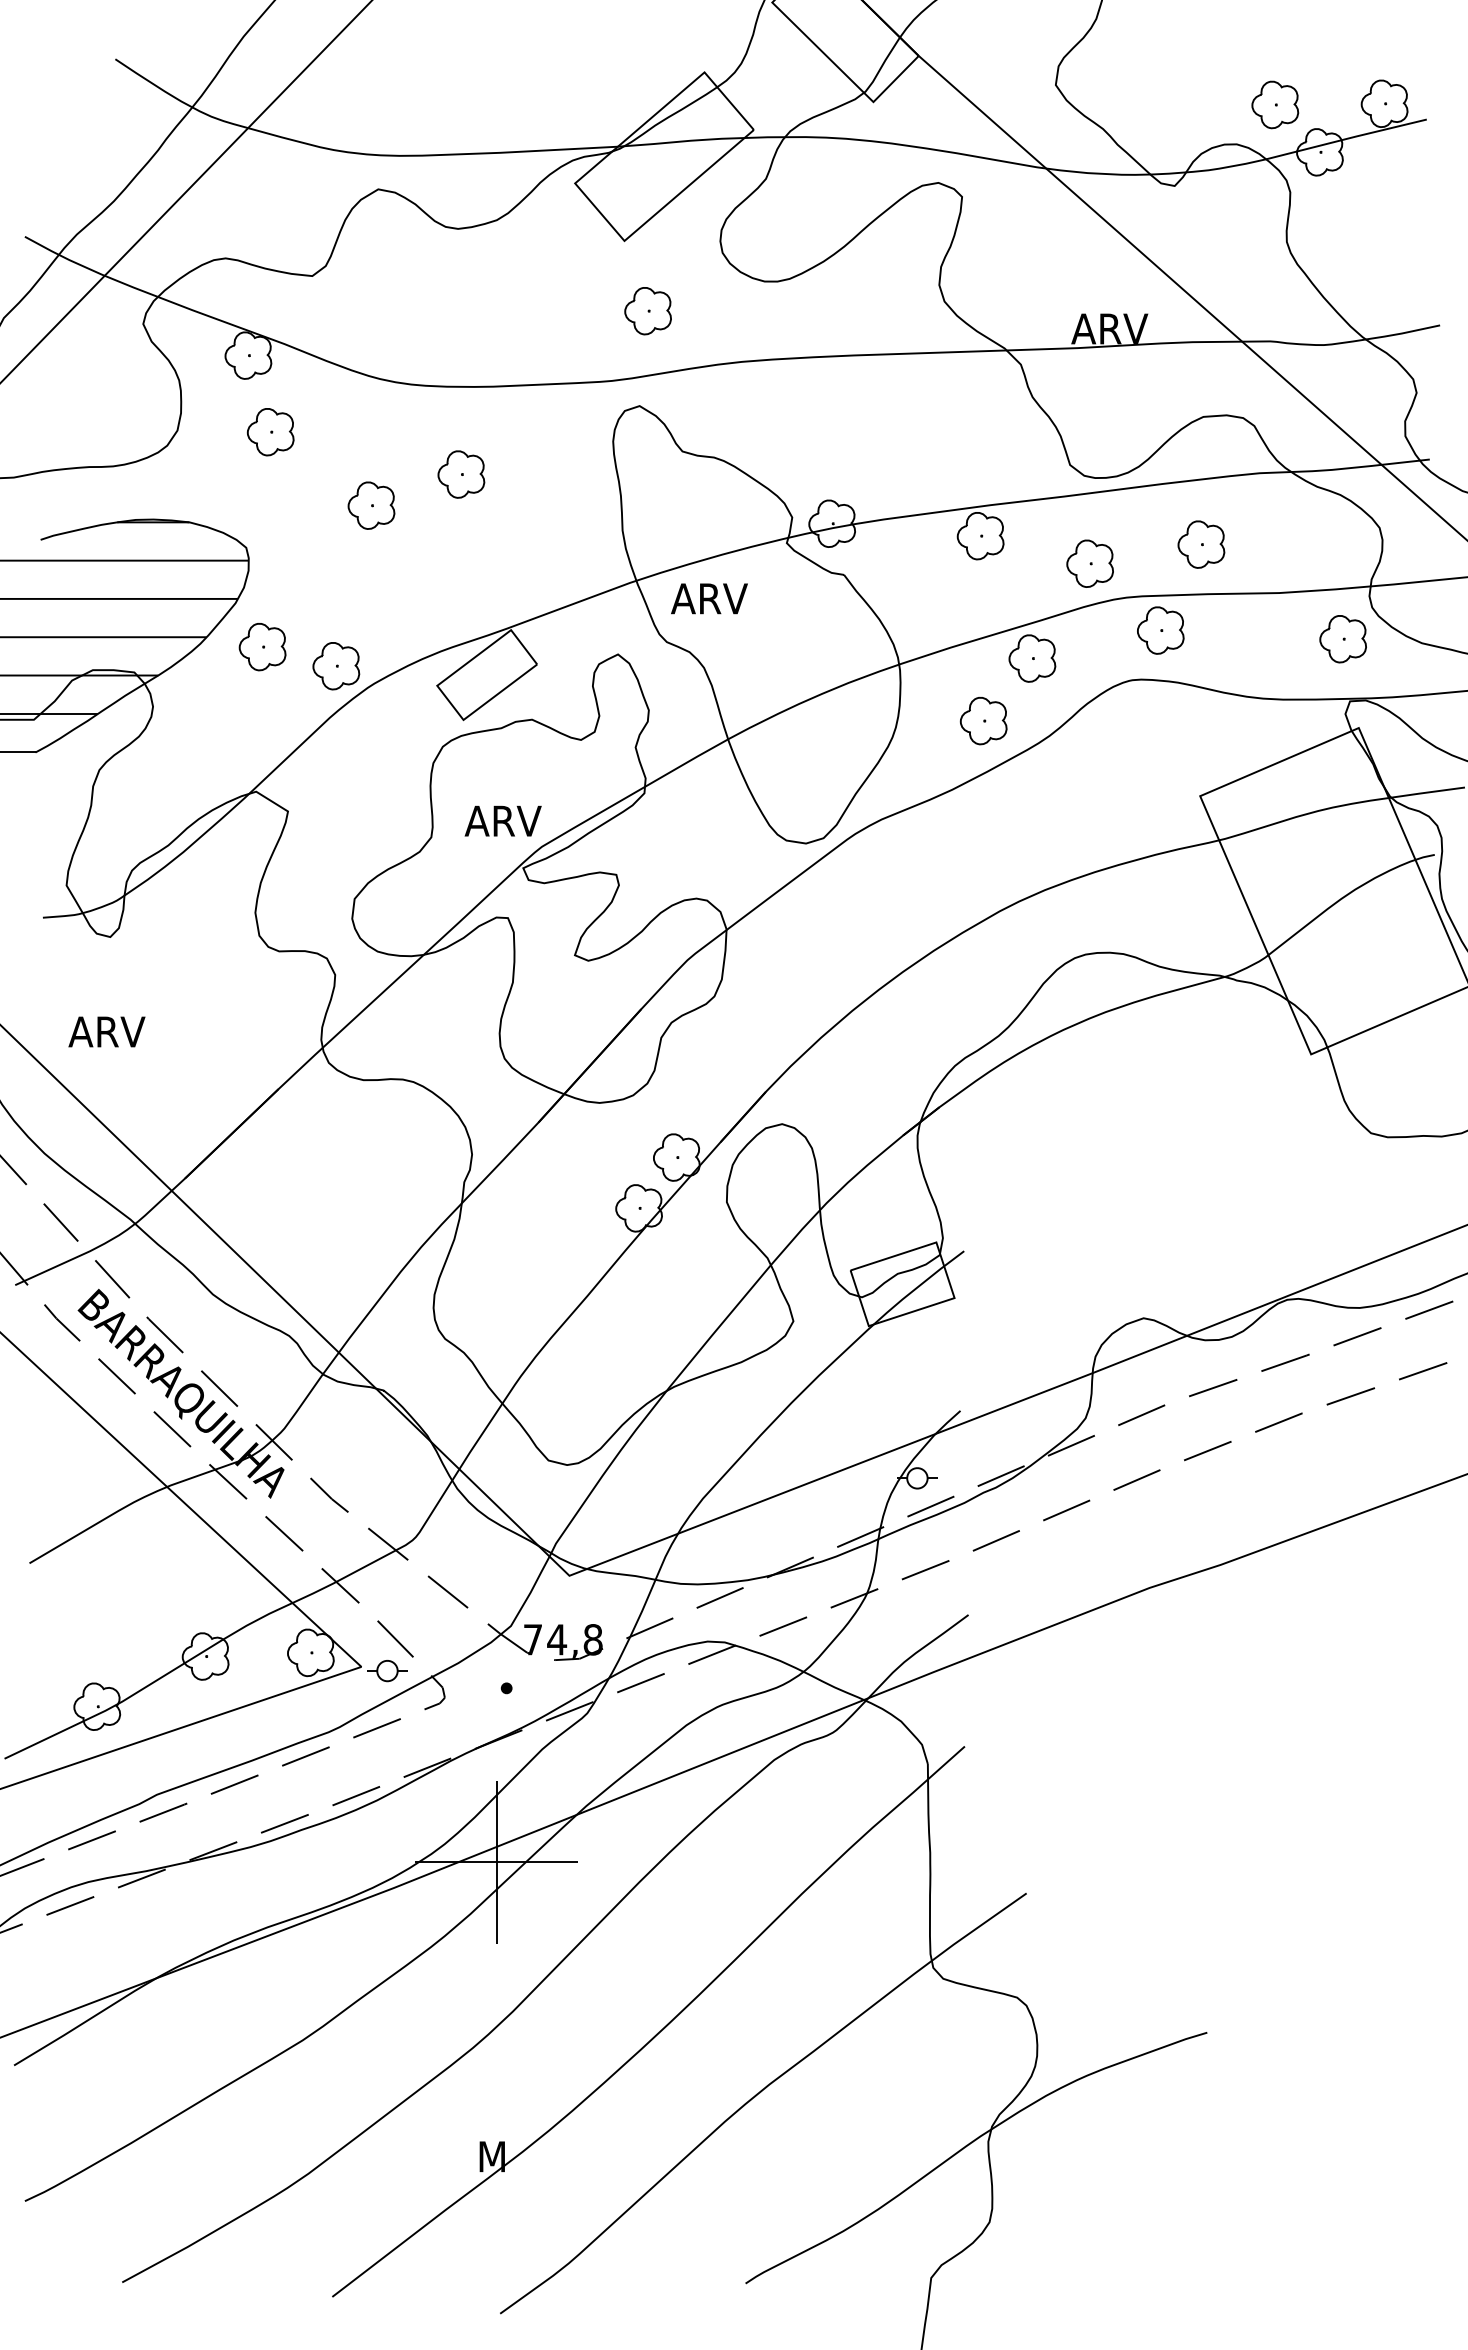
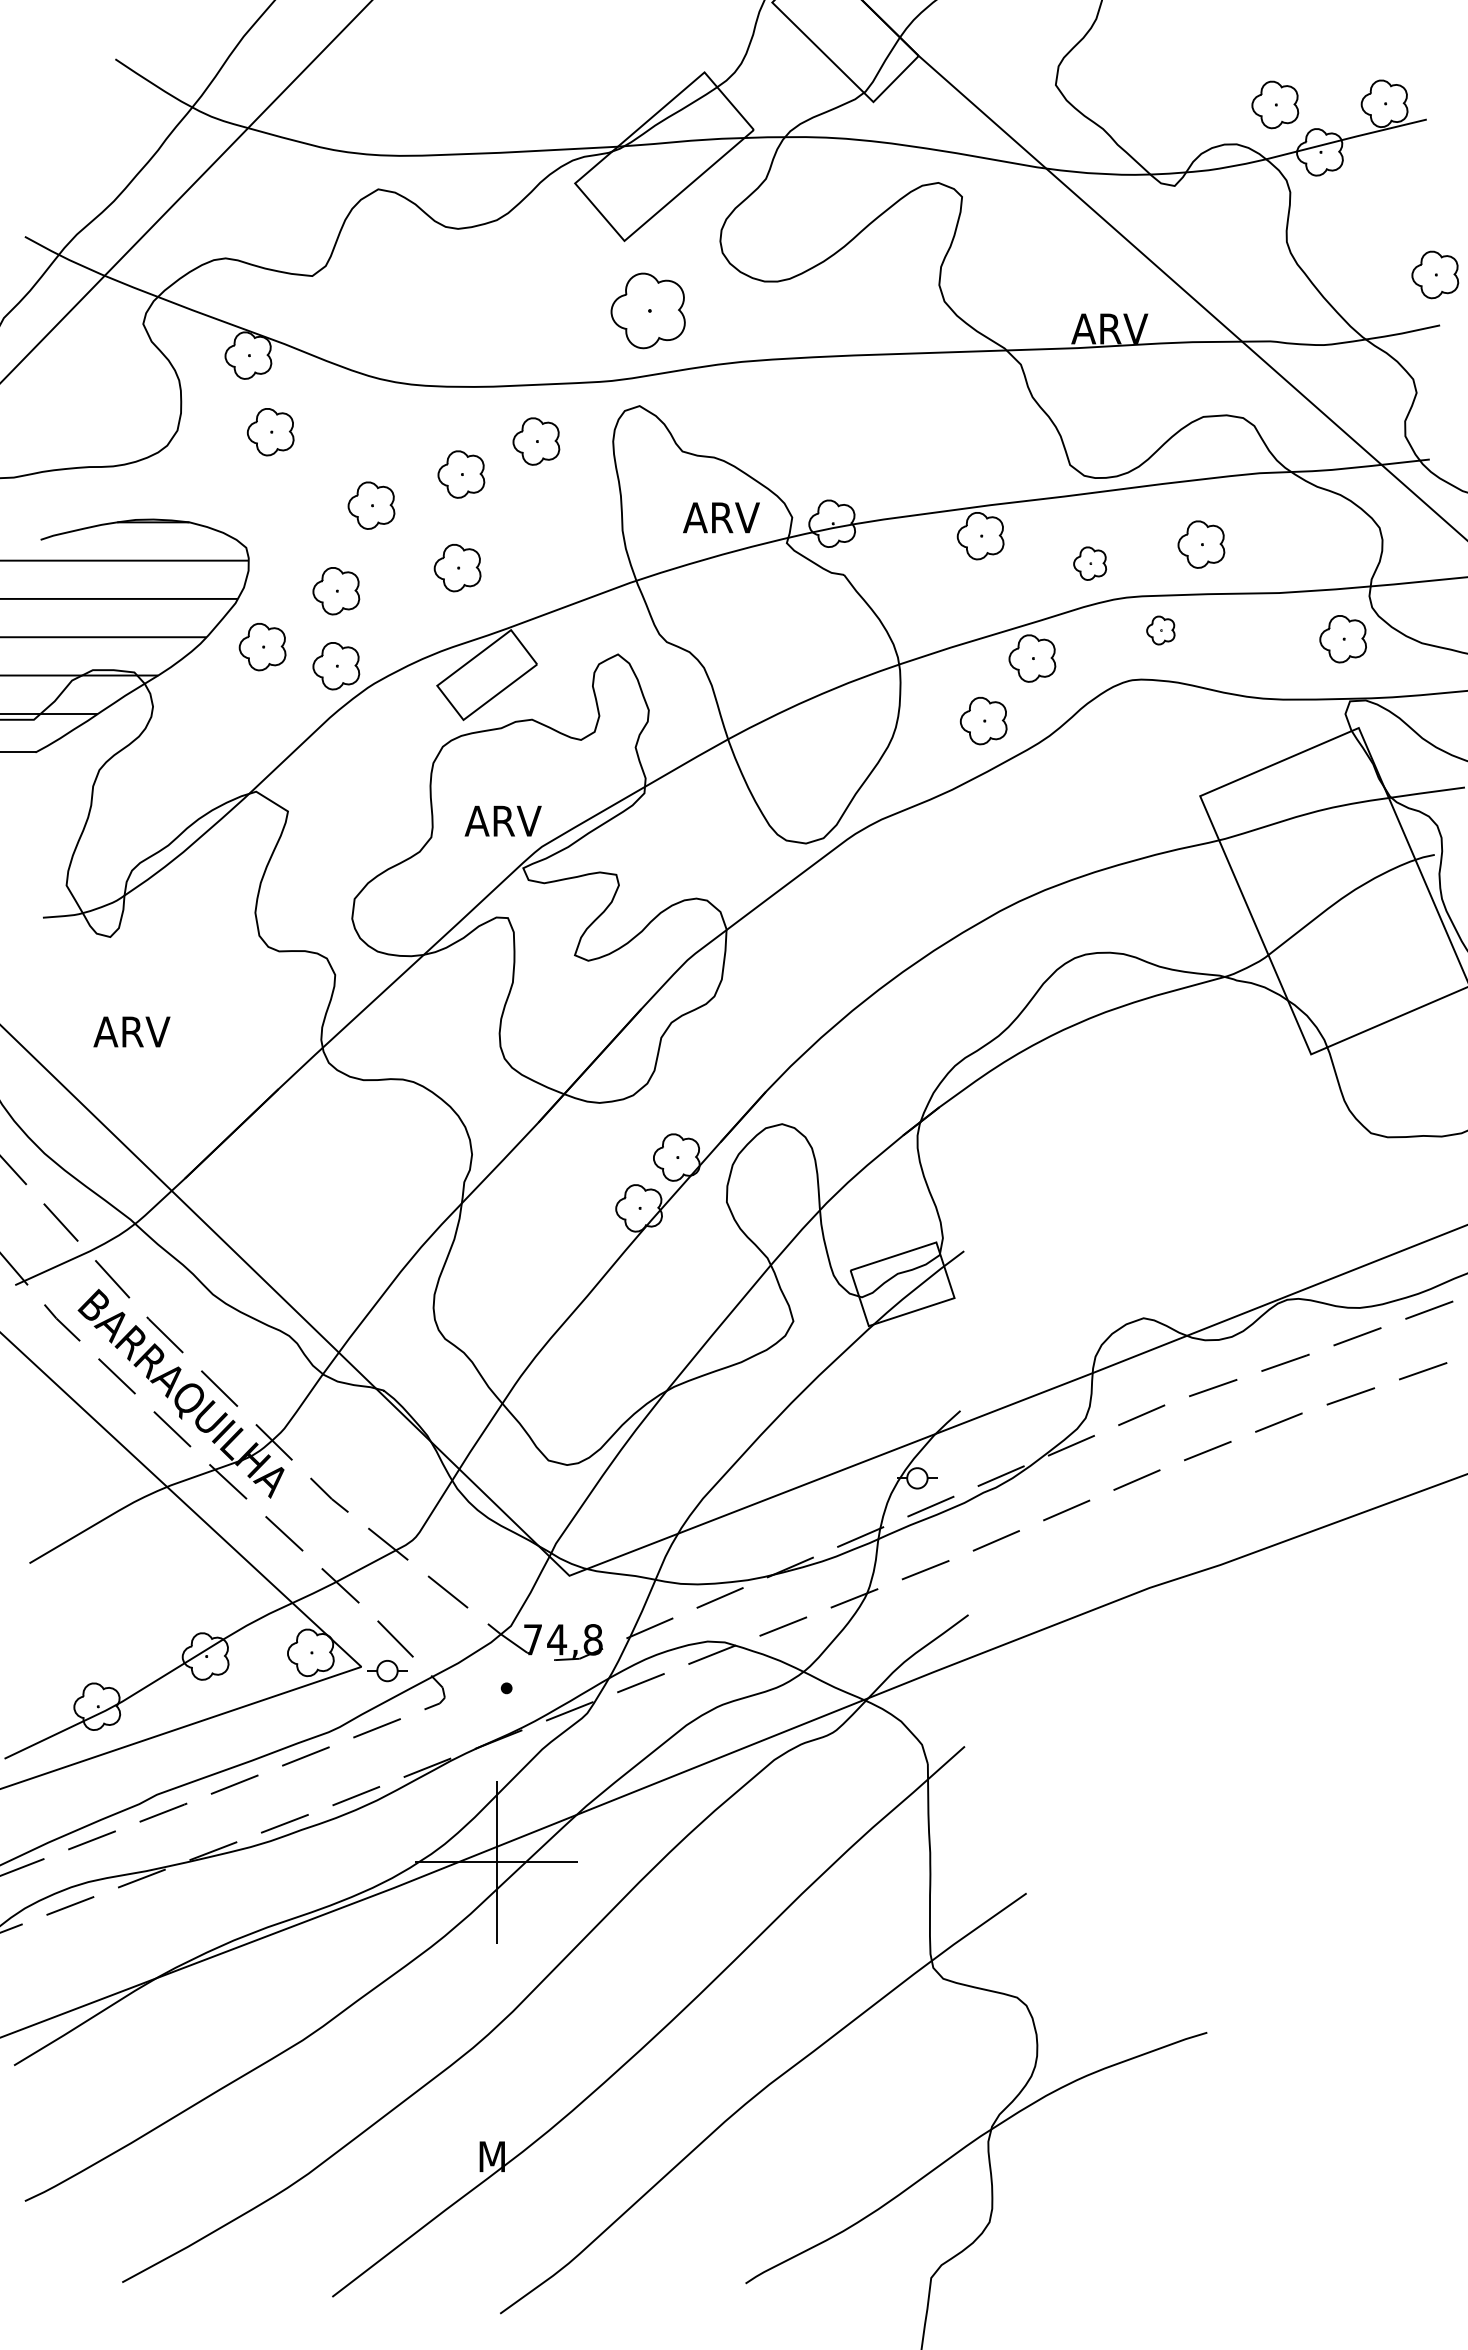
part at (1435, 274): none -> present
part at (647, 311) size: 48x49 px -> 76x78 px
part at (536, 441): none -> present
part at (1089, 563) size: 48x49 px -> 35x35 px
part at (457, 568): none -> present
part at (336, 591): none -> present
text at (709, 598) position: (709, 598) -> (721, 517)
part at (1160, 630) size: 48x49 px -> 30x31 px
text at (106, 1031) position: (106, 1031) -> (131, 1031)
